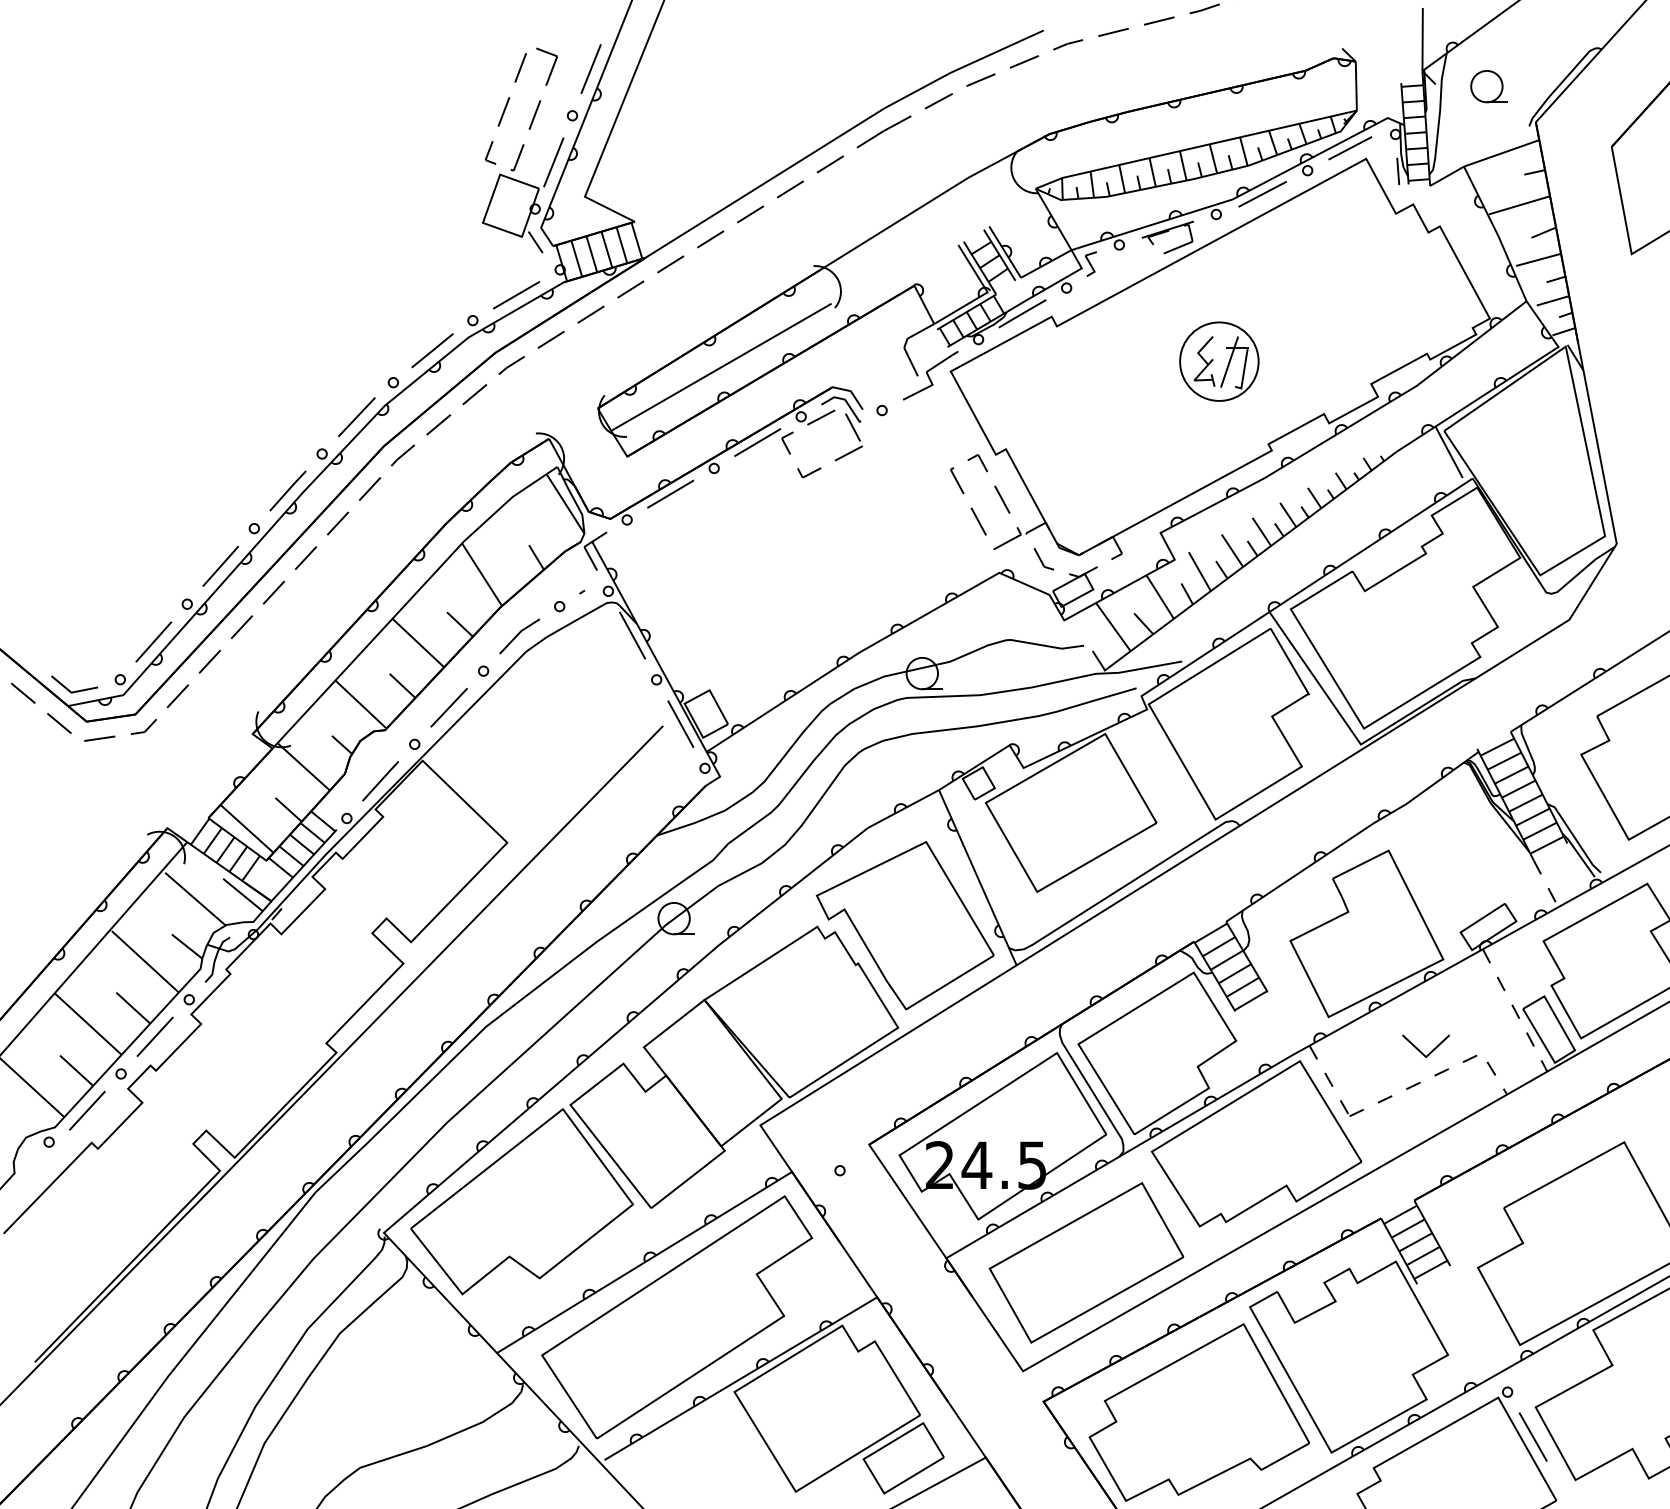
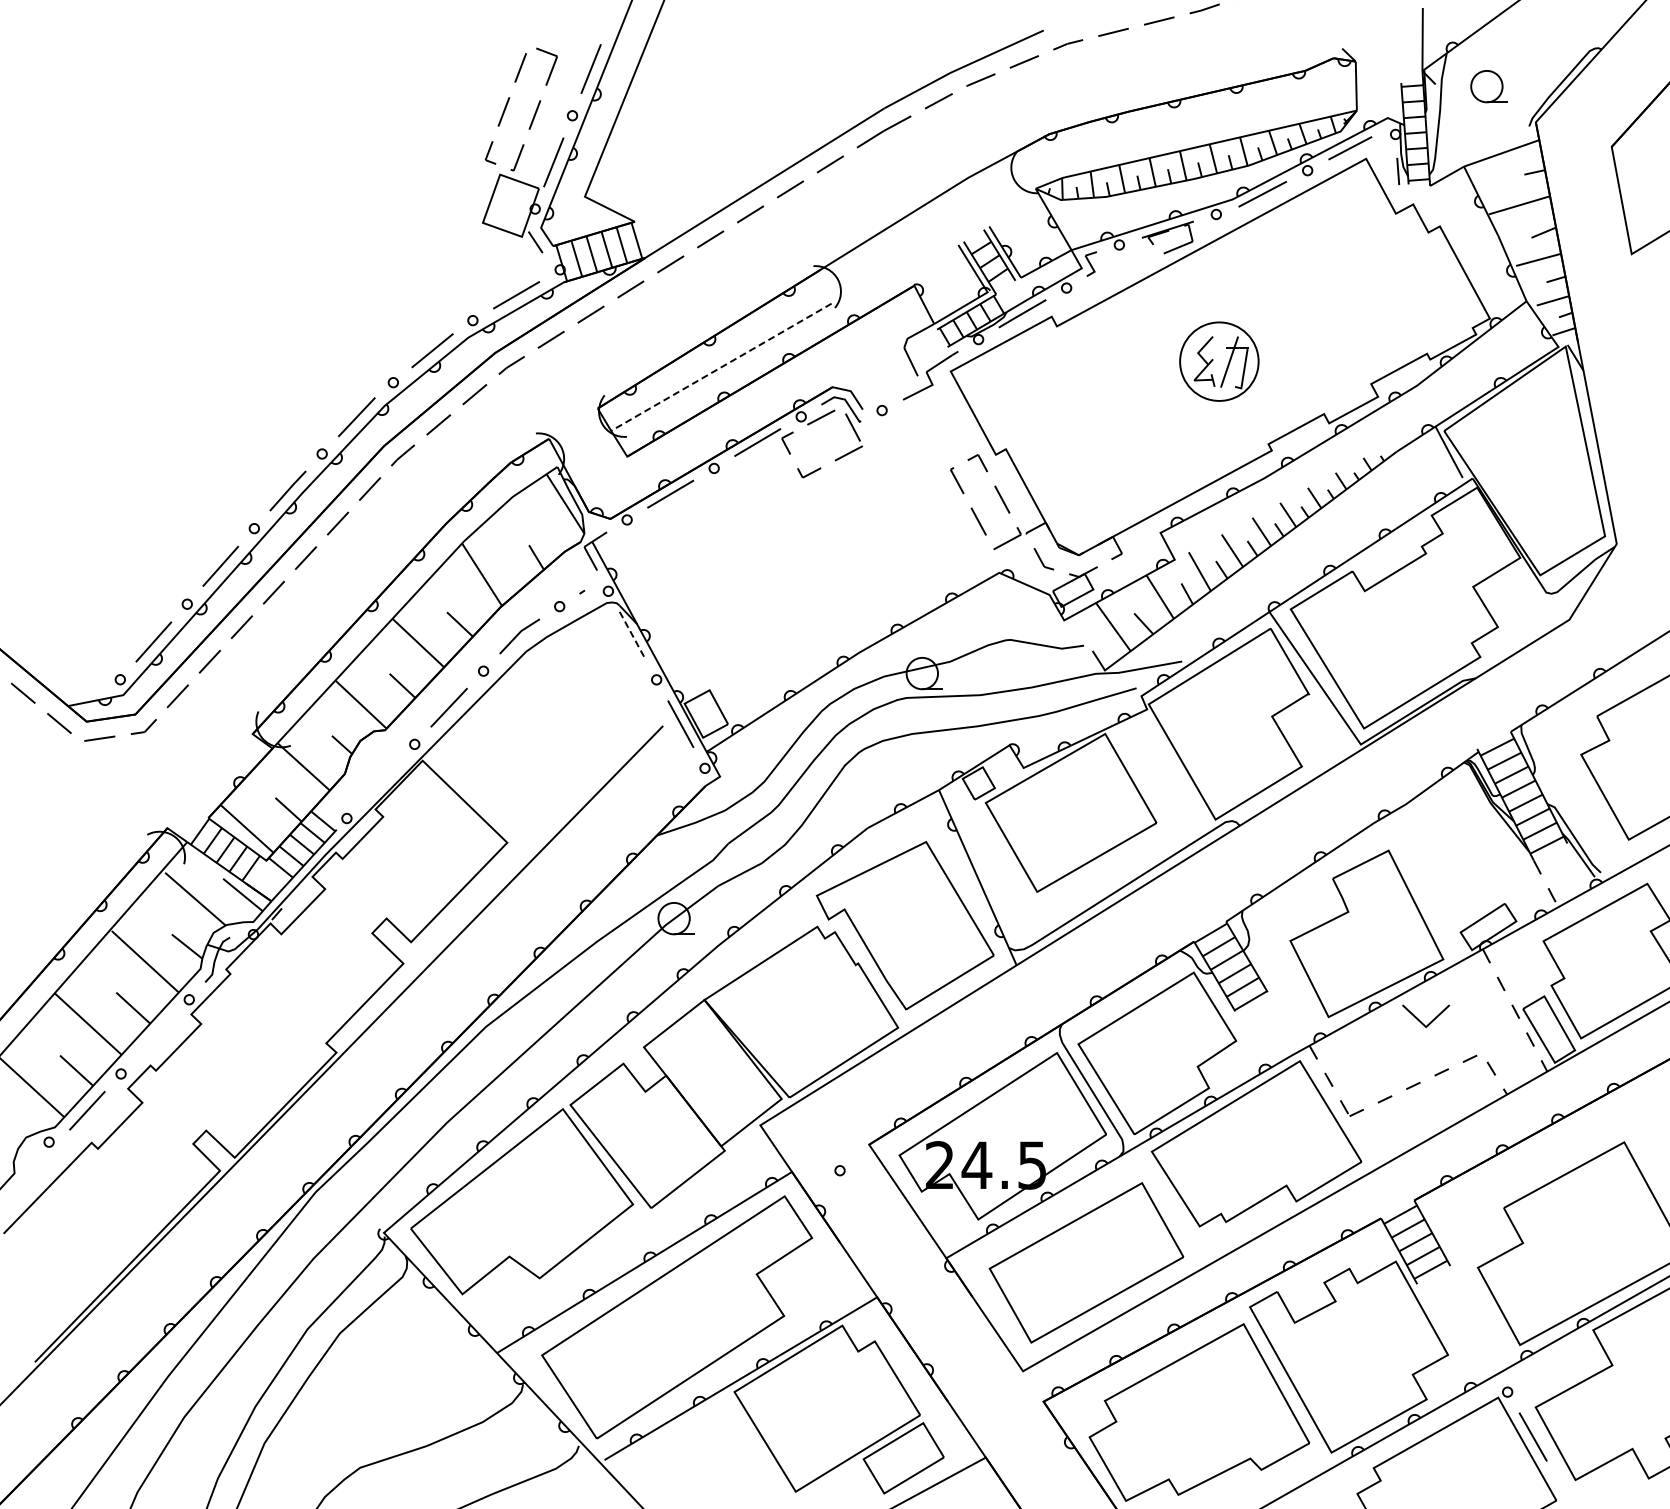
line at (720, 367): solid -> dashed
line at (632, 635): solid -> dashed
line at (76, 690): present -> none
line at (380, 781): present -> none
line at (154, 1036): present -> none
part at (1420, 1050) position: (1420, 1050) -> (1420, 1020)
